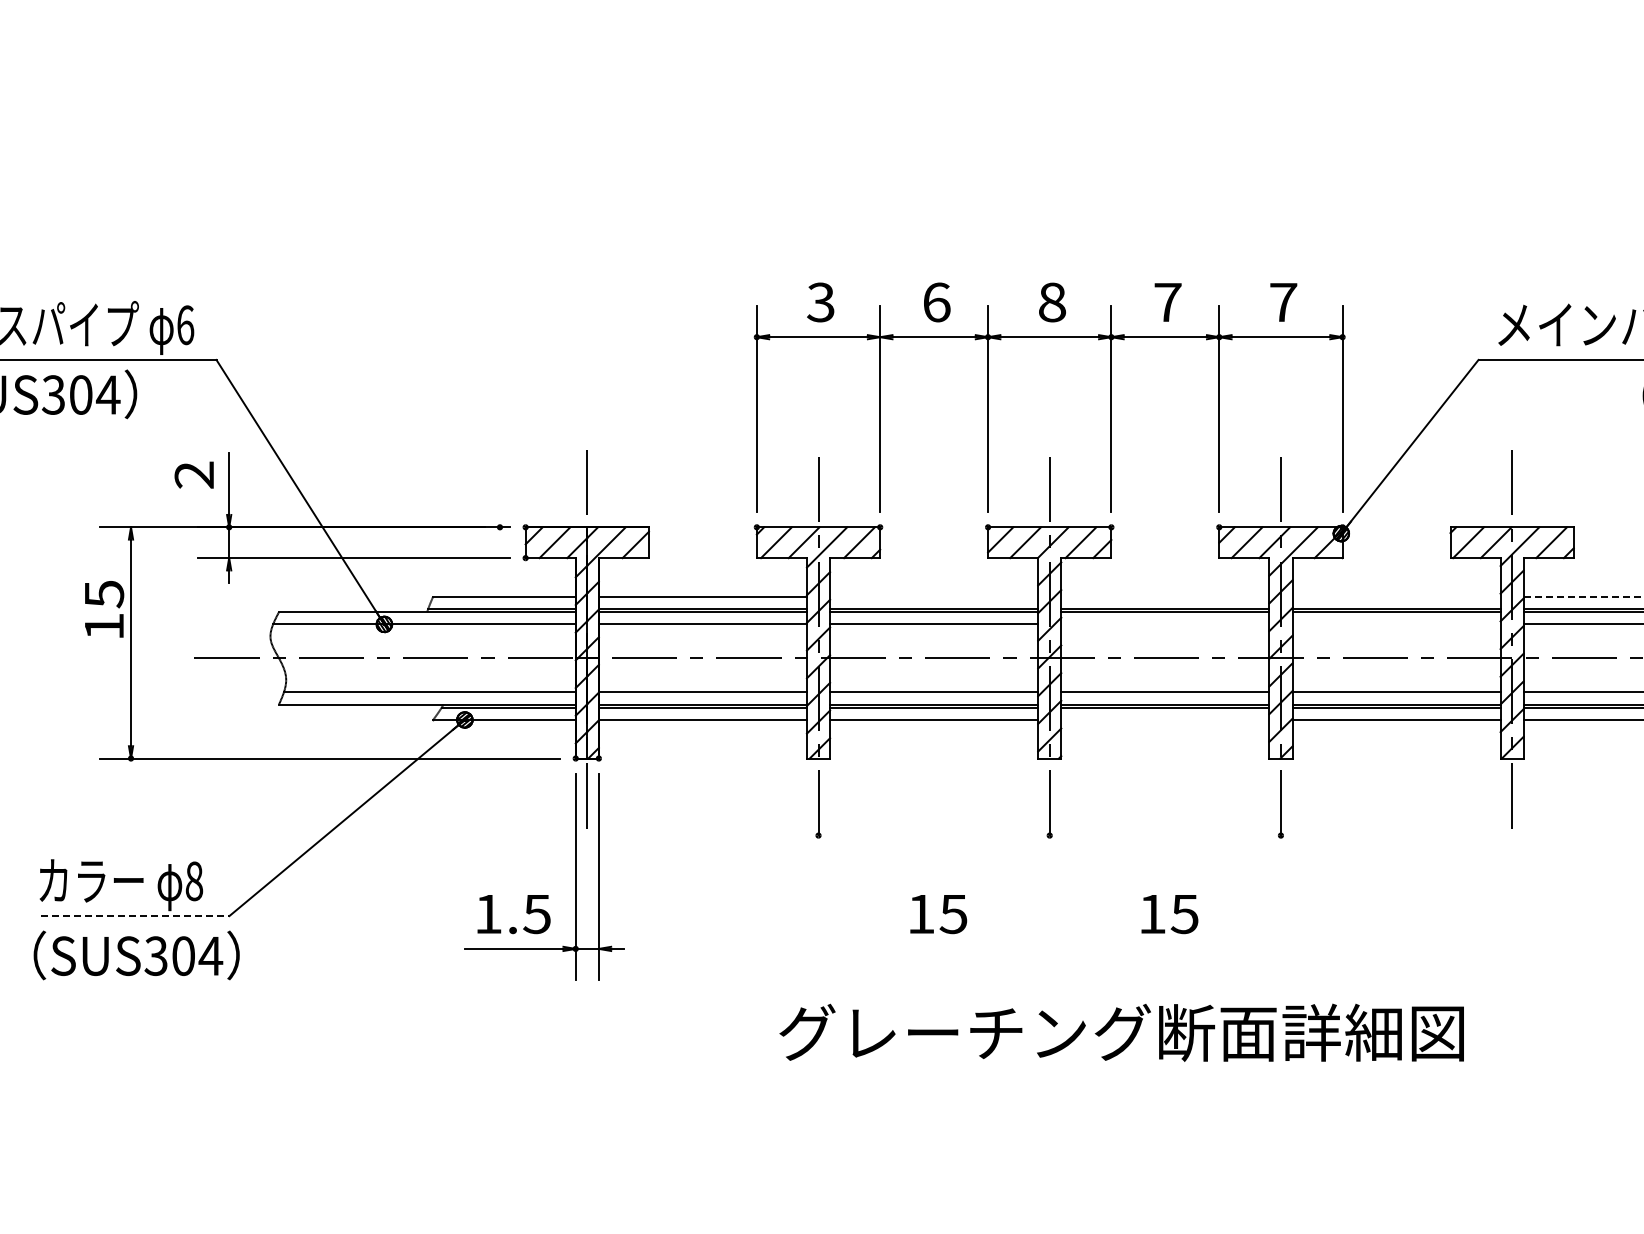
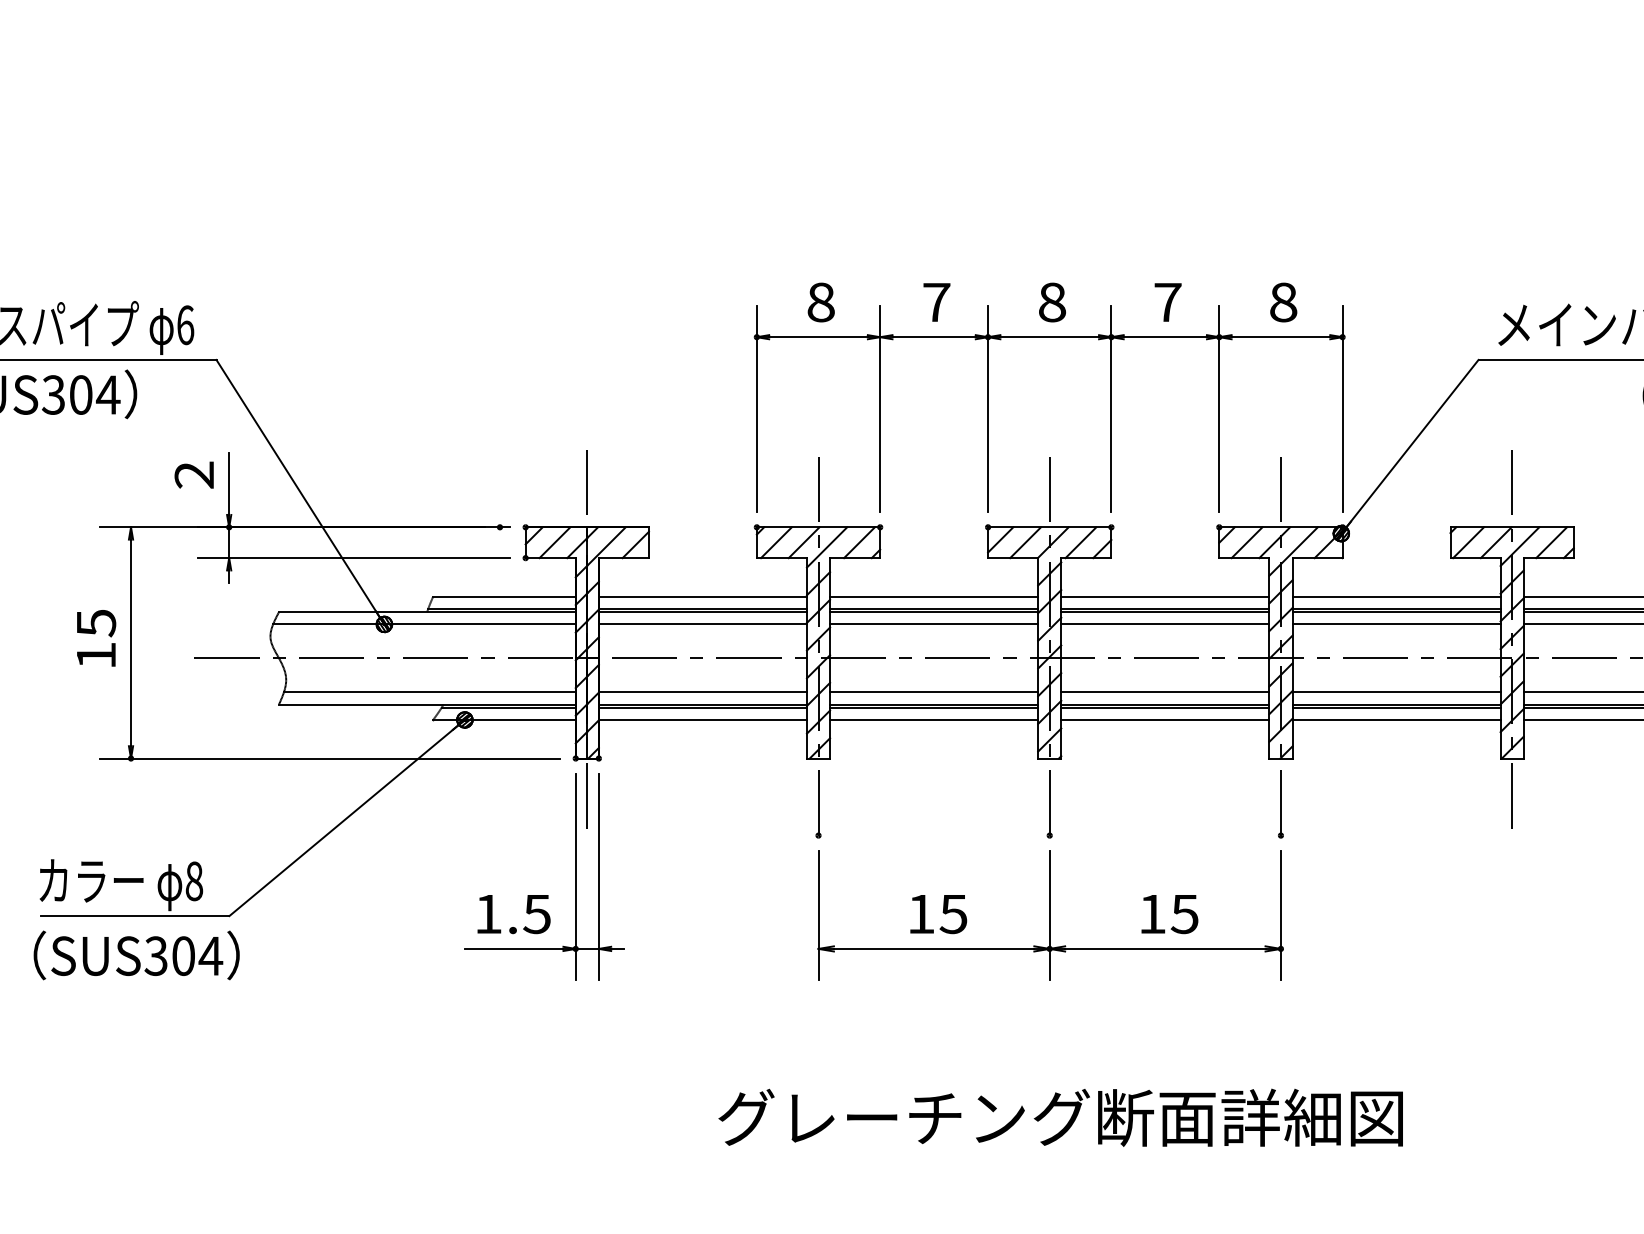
text at (820, 302): 3 -> 8
text at (936, 302): 6 -> 7
text at (1283, 302): 7 -> 8
line at (934, 596): none -> present
line at (1165, 596): none -> present
line at (1396, 596): none -> present
line at (1583, 596): dashed -> solid
text at (104, 609) position: (104, 609) -> (96, 638)
line at (1165, 624): none -> present
line at (1396, 624): none -> present
line at (1165, 719): none -> present
part at (1050, 915): none -> present
line at (135, 916): dashed -> solid
text at (1121, 1032) position: (1121, 1032) -> (1060, 1117)
